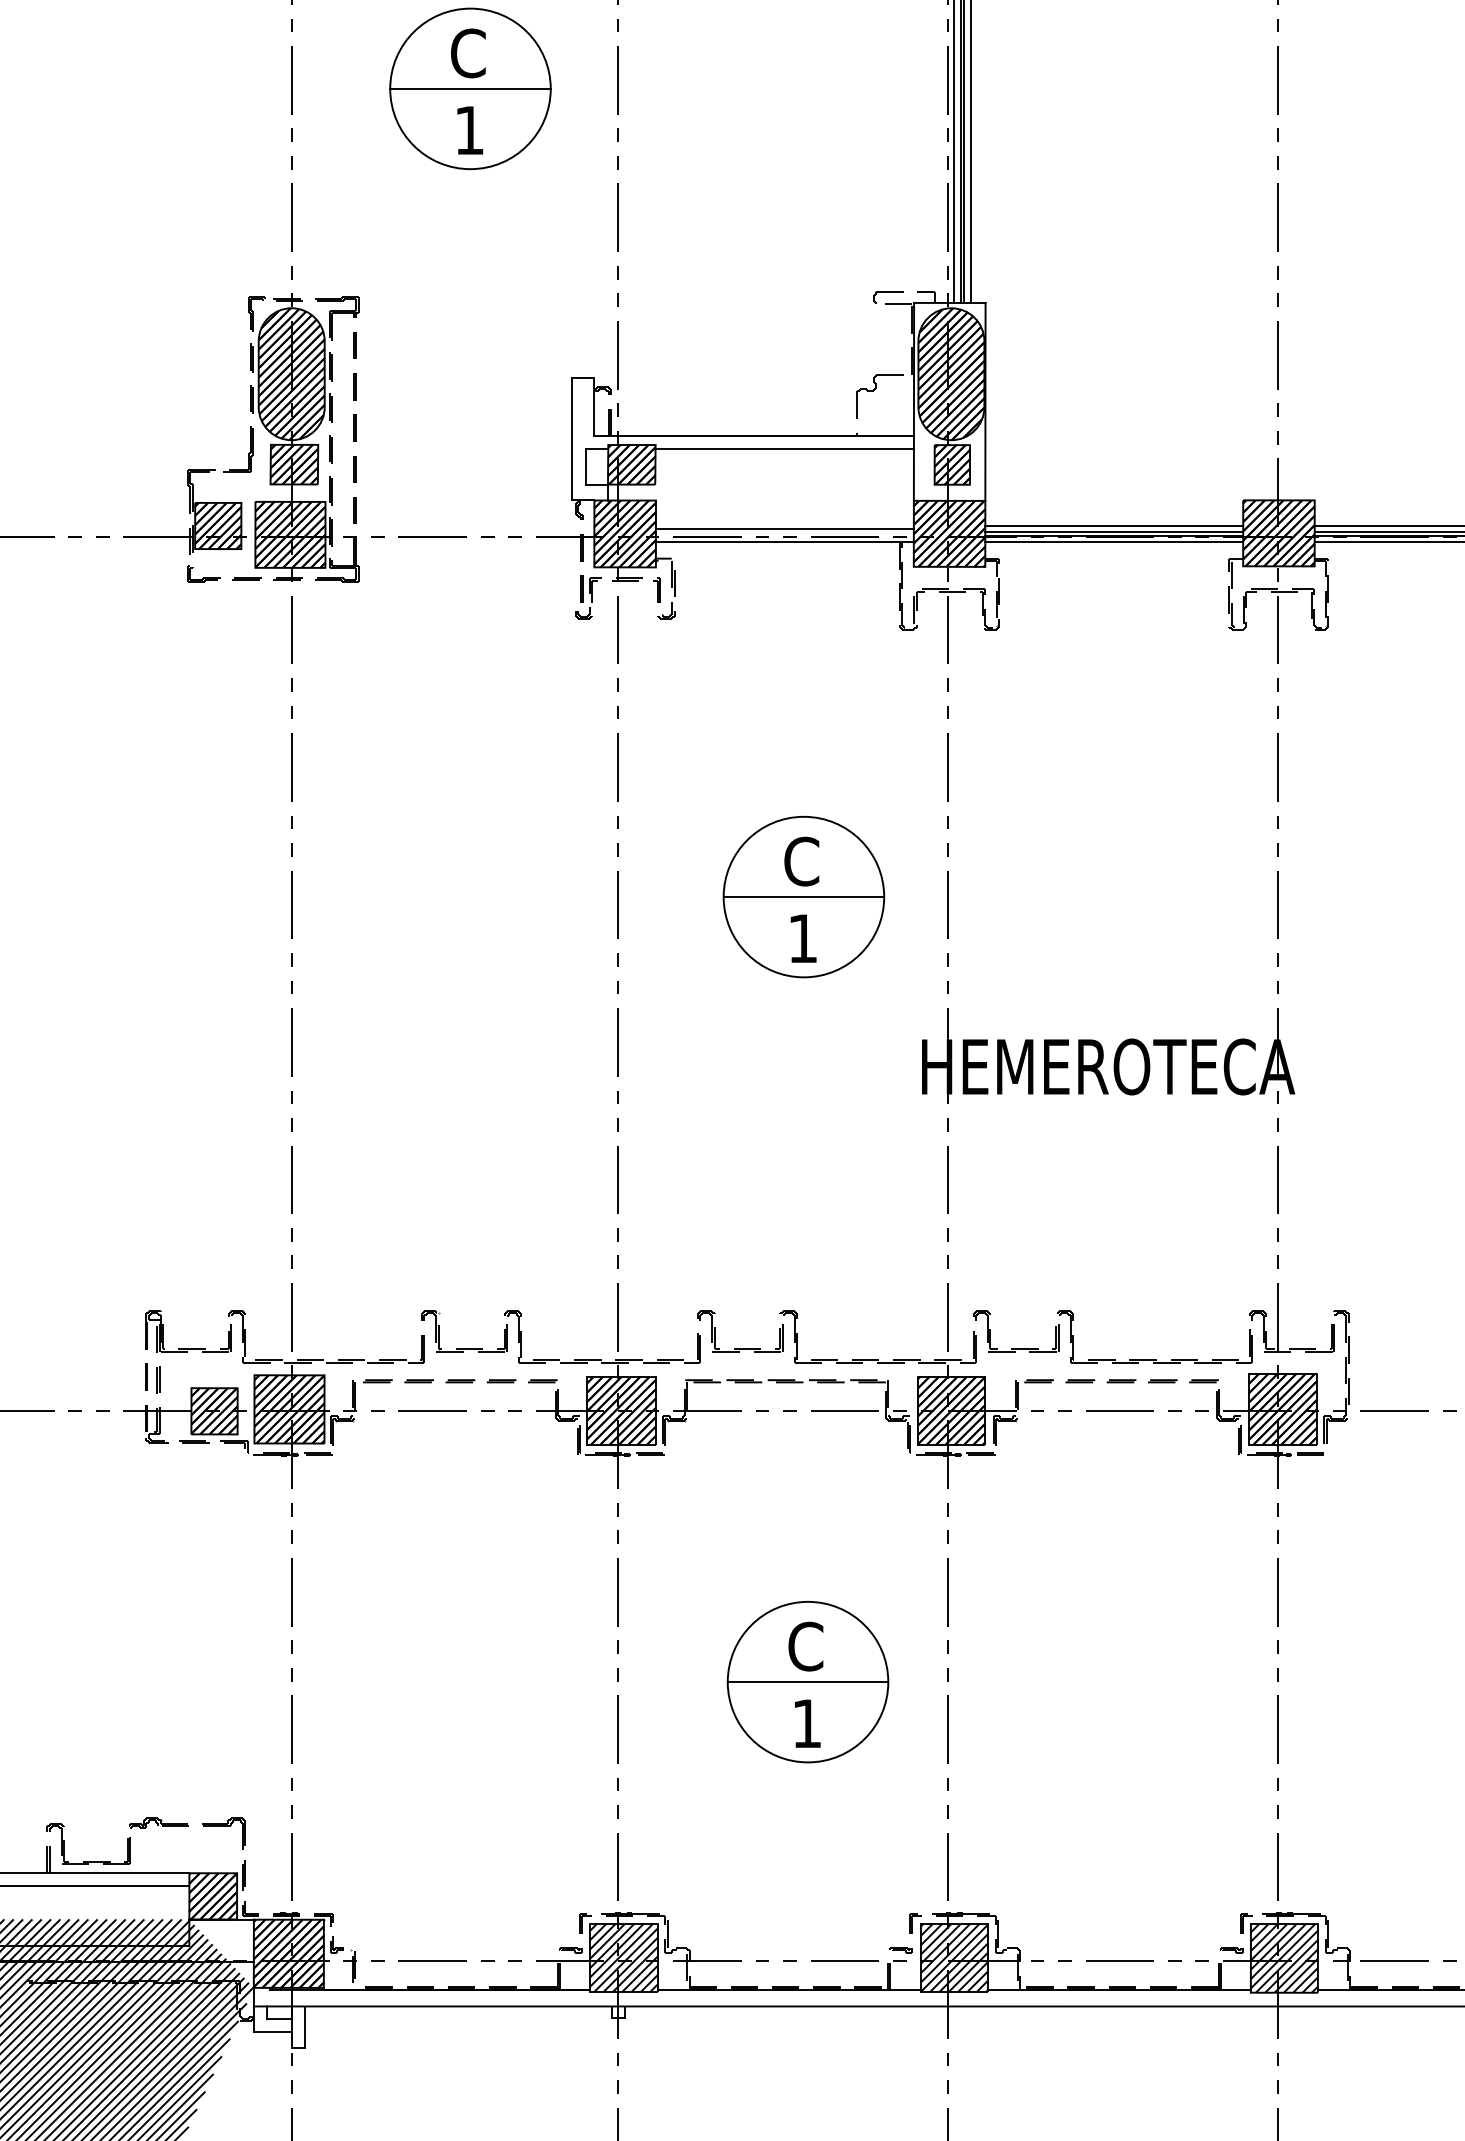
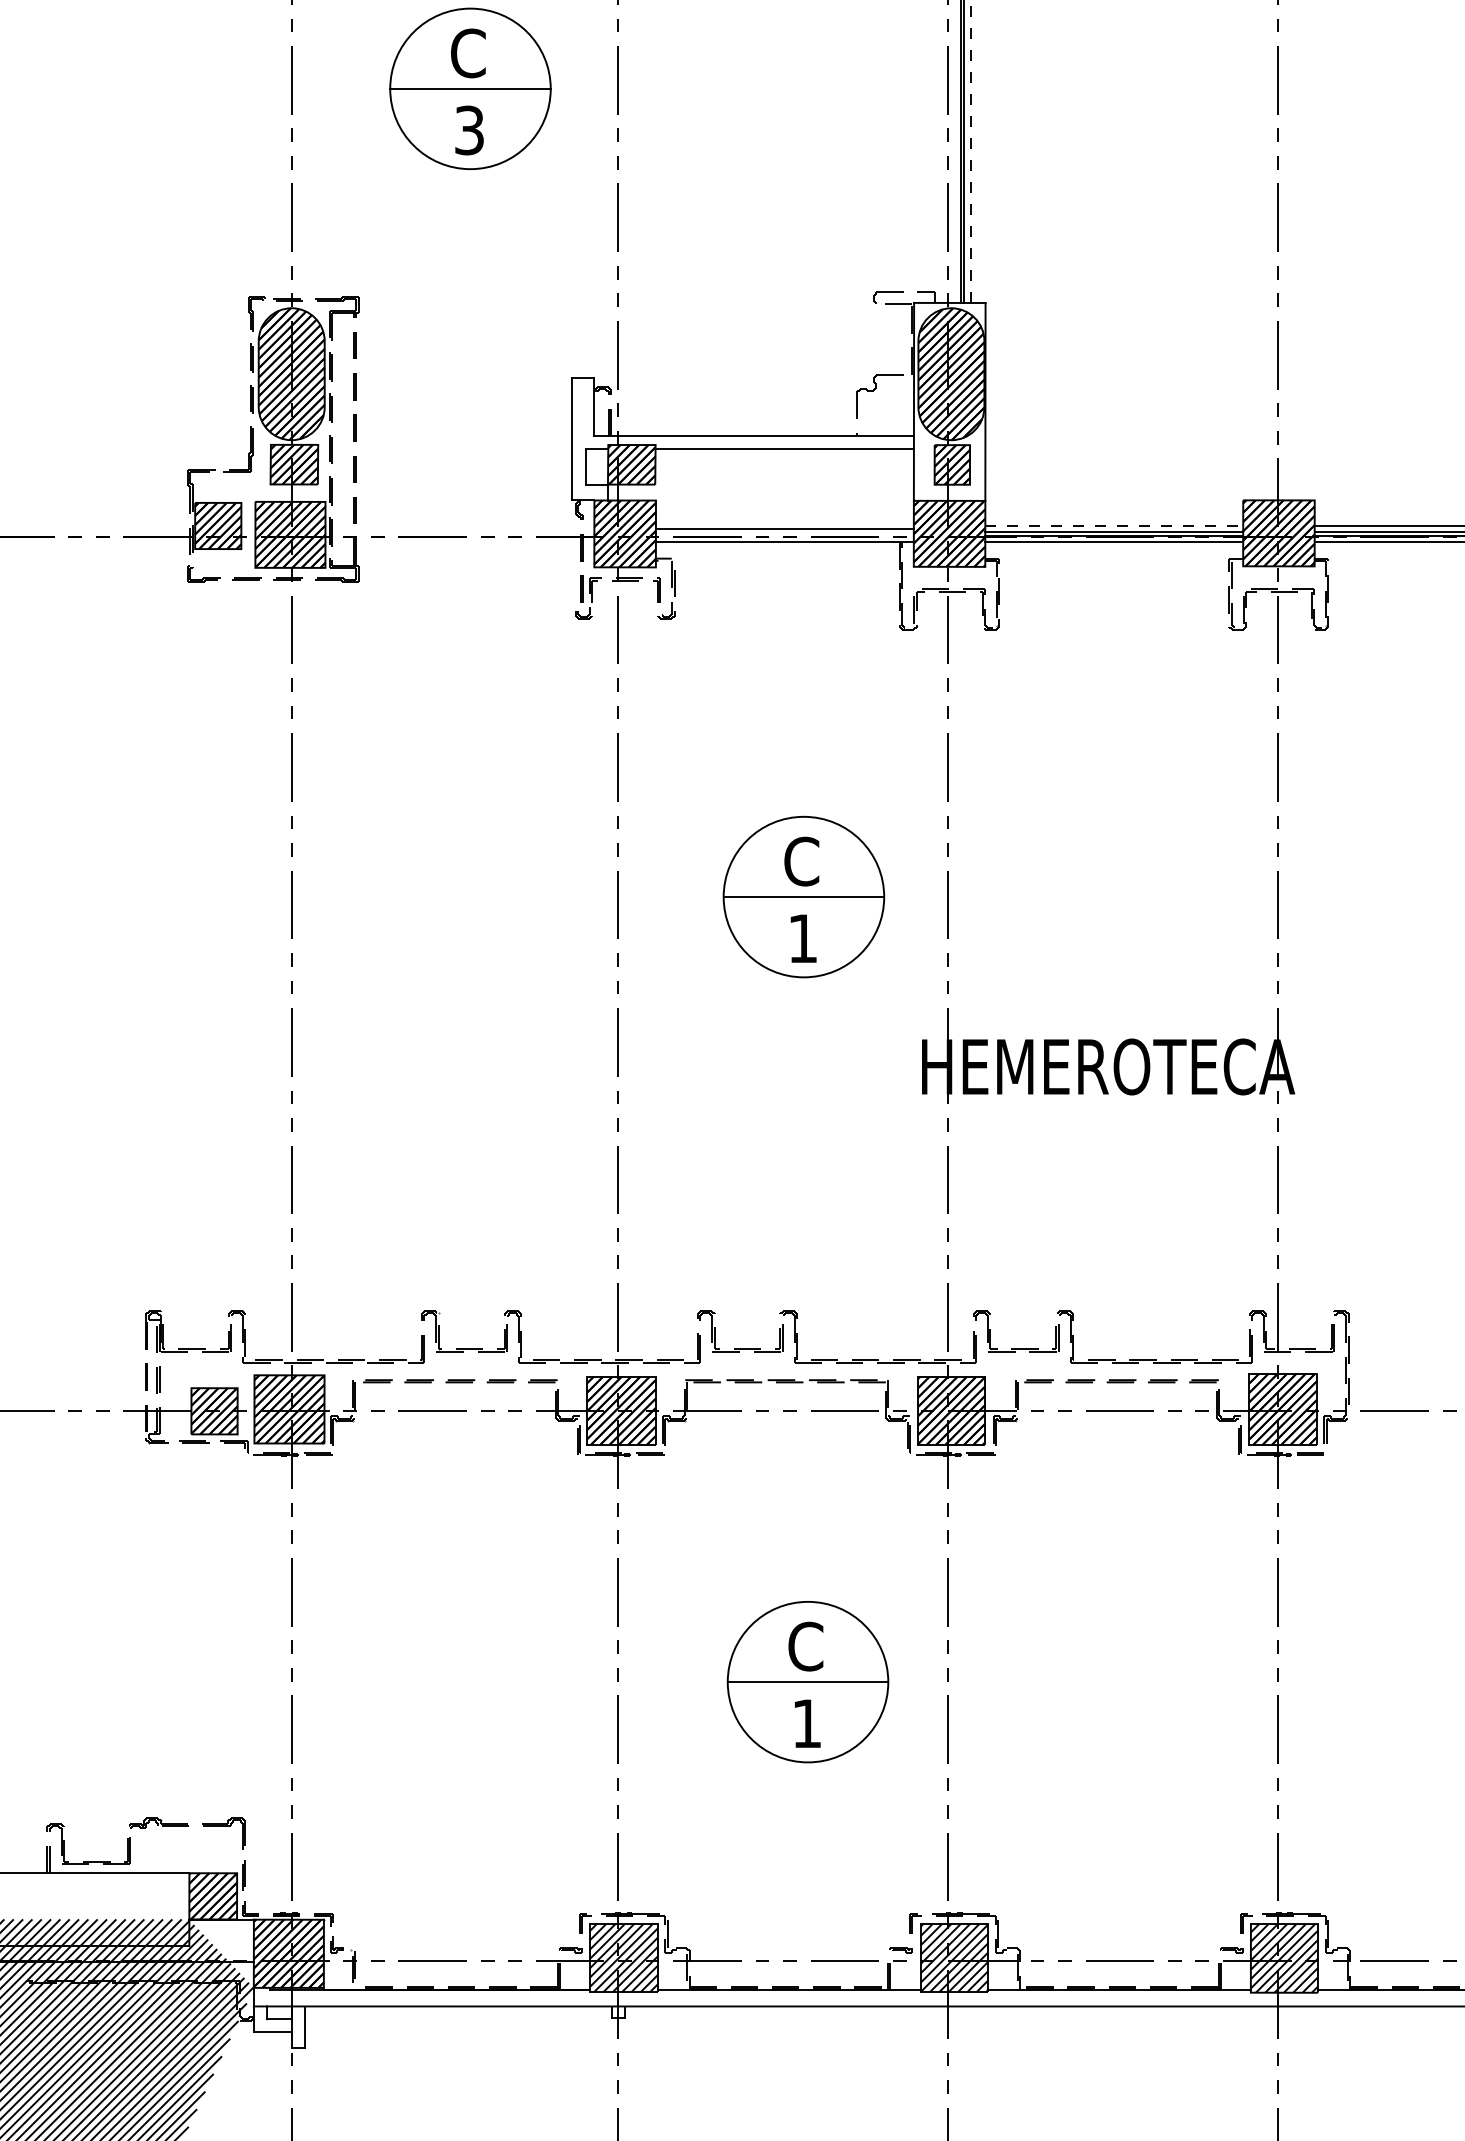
text at (469, 130): 1 -> 3
line at (954, 152): present -> none
line at (970, 152): solid -> dashed
line at (1114, 525): solid -> dashed
line at (95, 1886): present -> none
